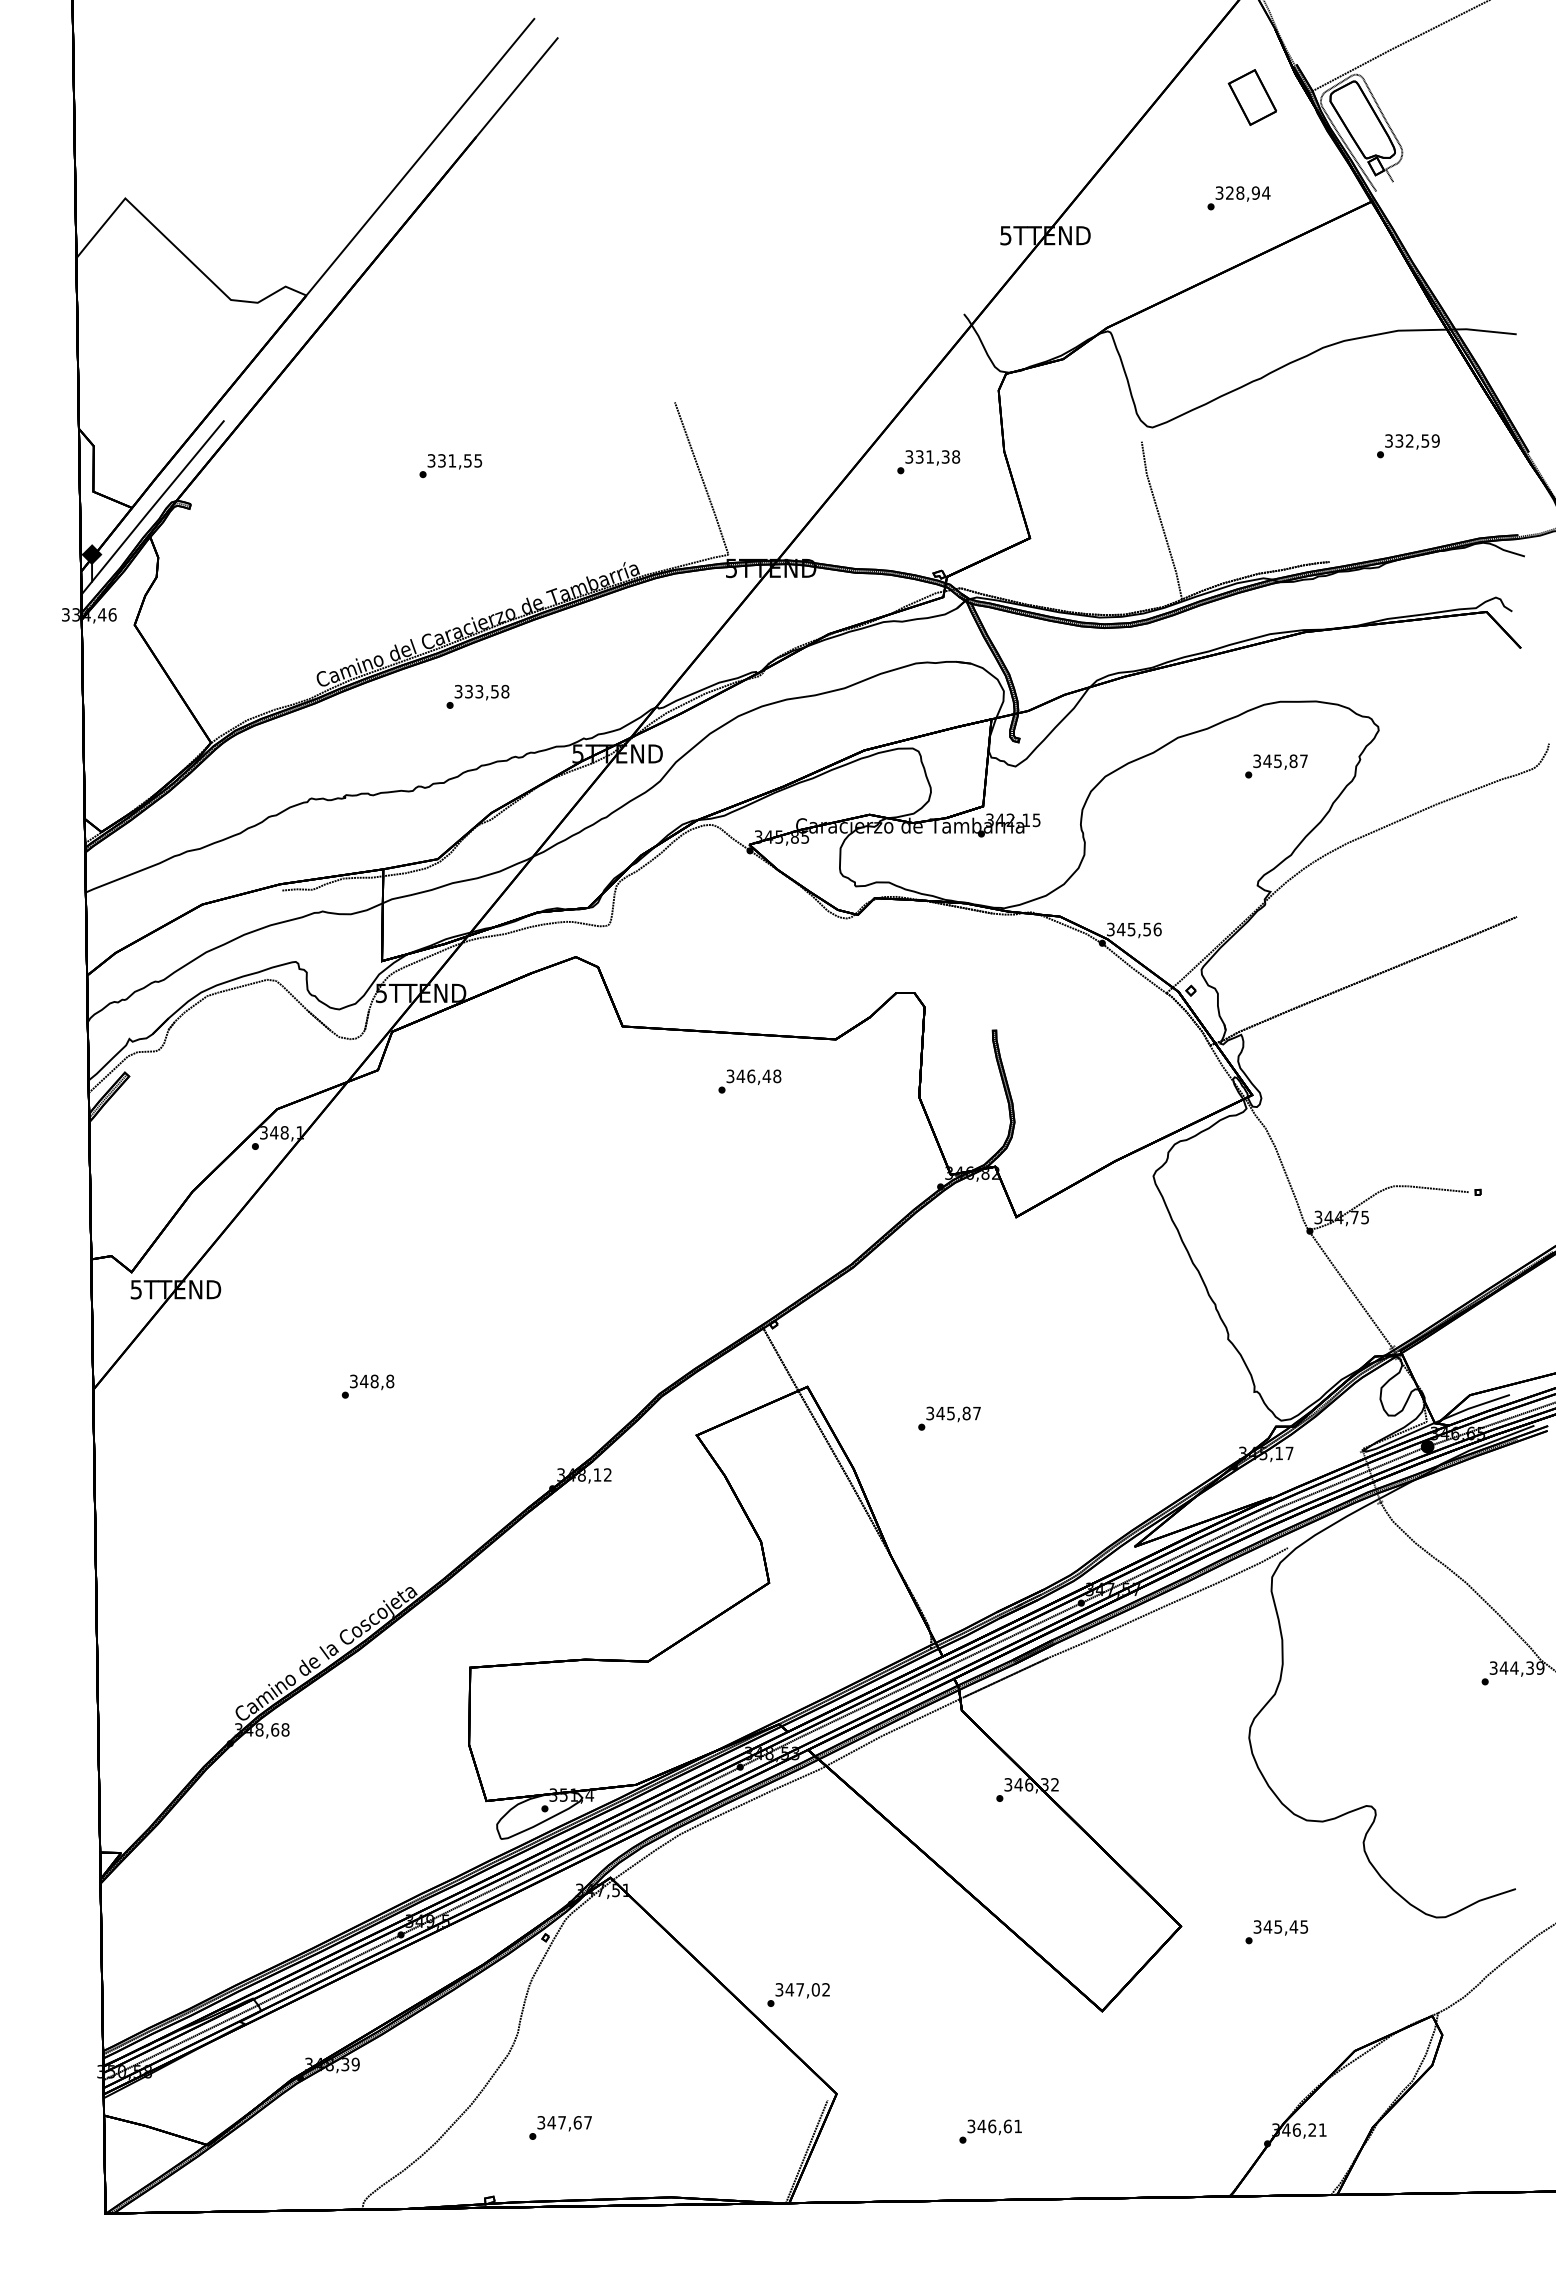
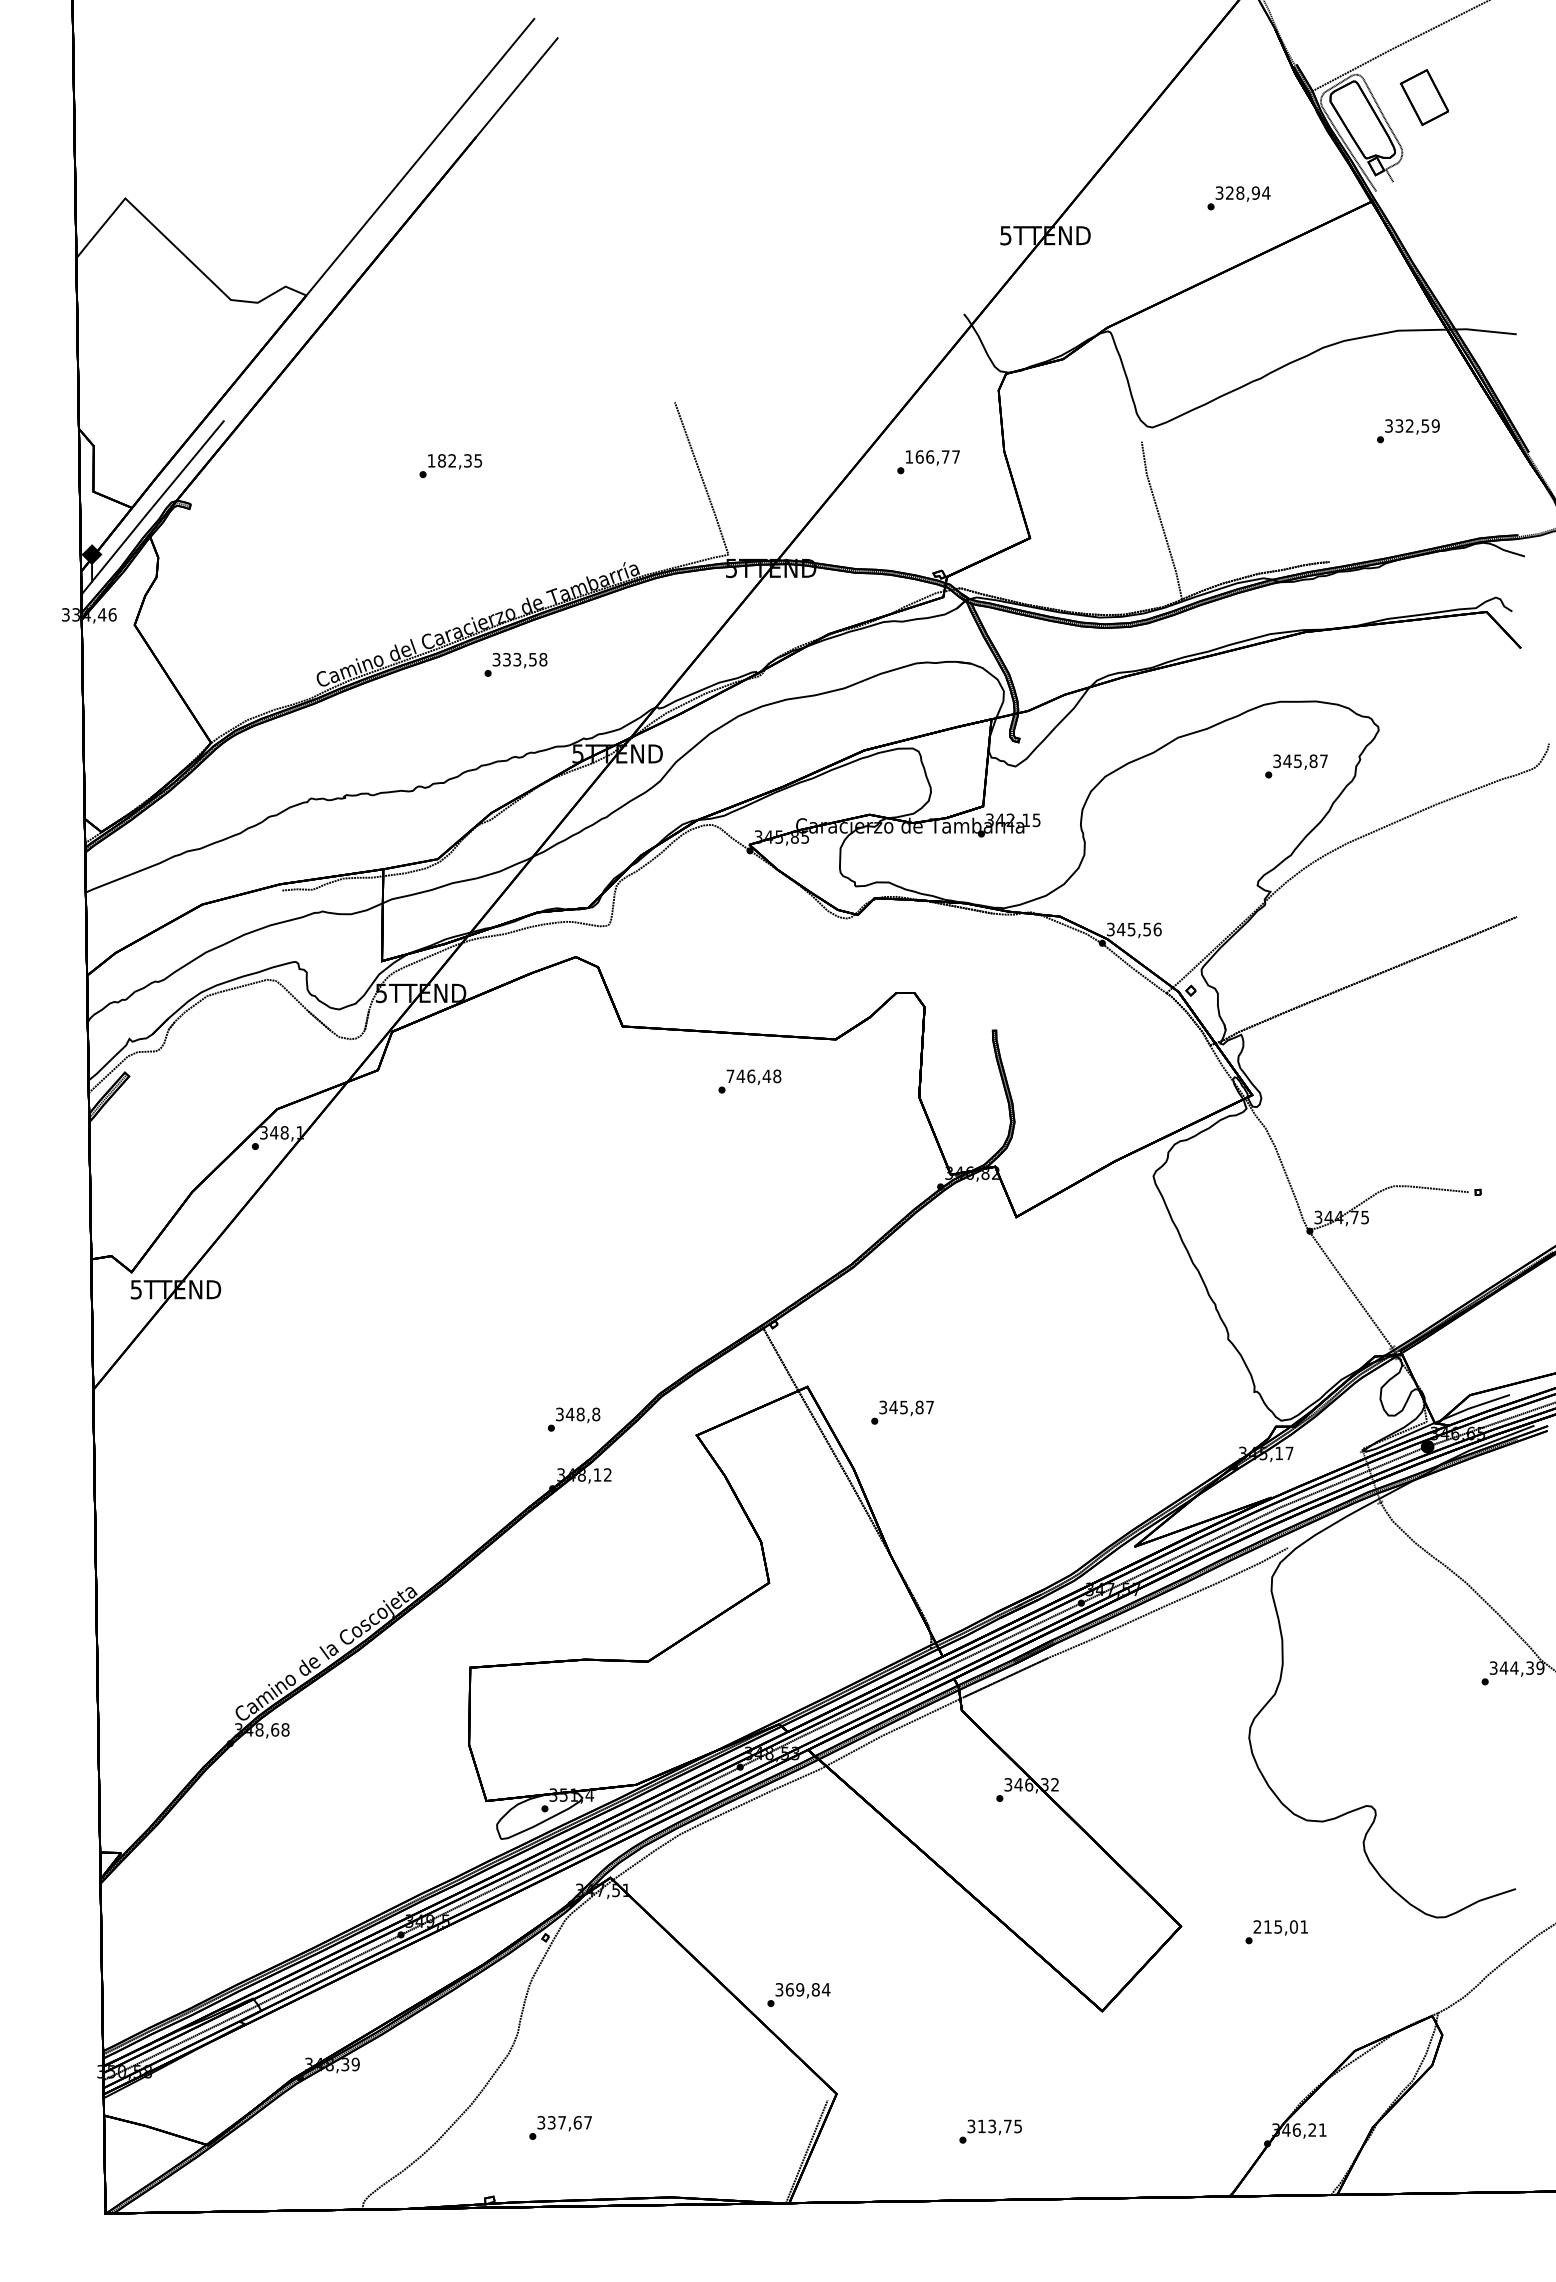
part at (1252, 97) position: (1252, 97) -> (1424, 97)
text at (1408, 446) position: (1408, 446) -> (1408, 431)
text at (932, 456): 331,38 -> 166,77
text at (449, 460): 331,55 -> 182,35
text at (477, 696) position: (477, 696) -> (515, 664)
text at (1276, 766) position: (1276, 766) -> (1296, 766)
text at (730, 1076): 346,48 -> 746,48
text at (367, 1386) position: (367, 1386) -> (573, 1419)
text at (949, 1418) position: (949, 1418) -> (902, 1412)
text at (1280, 1926): 345,45 -> 215,01
text at (807, 1989): 347,02 -> 369,84
text at (551, 2122): 347,67 -> 337,67
text at (999, 2126): 346,61 -> 313,75
